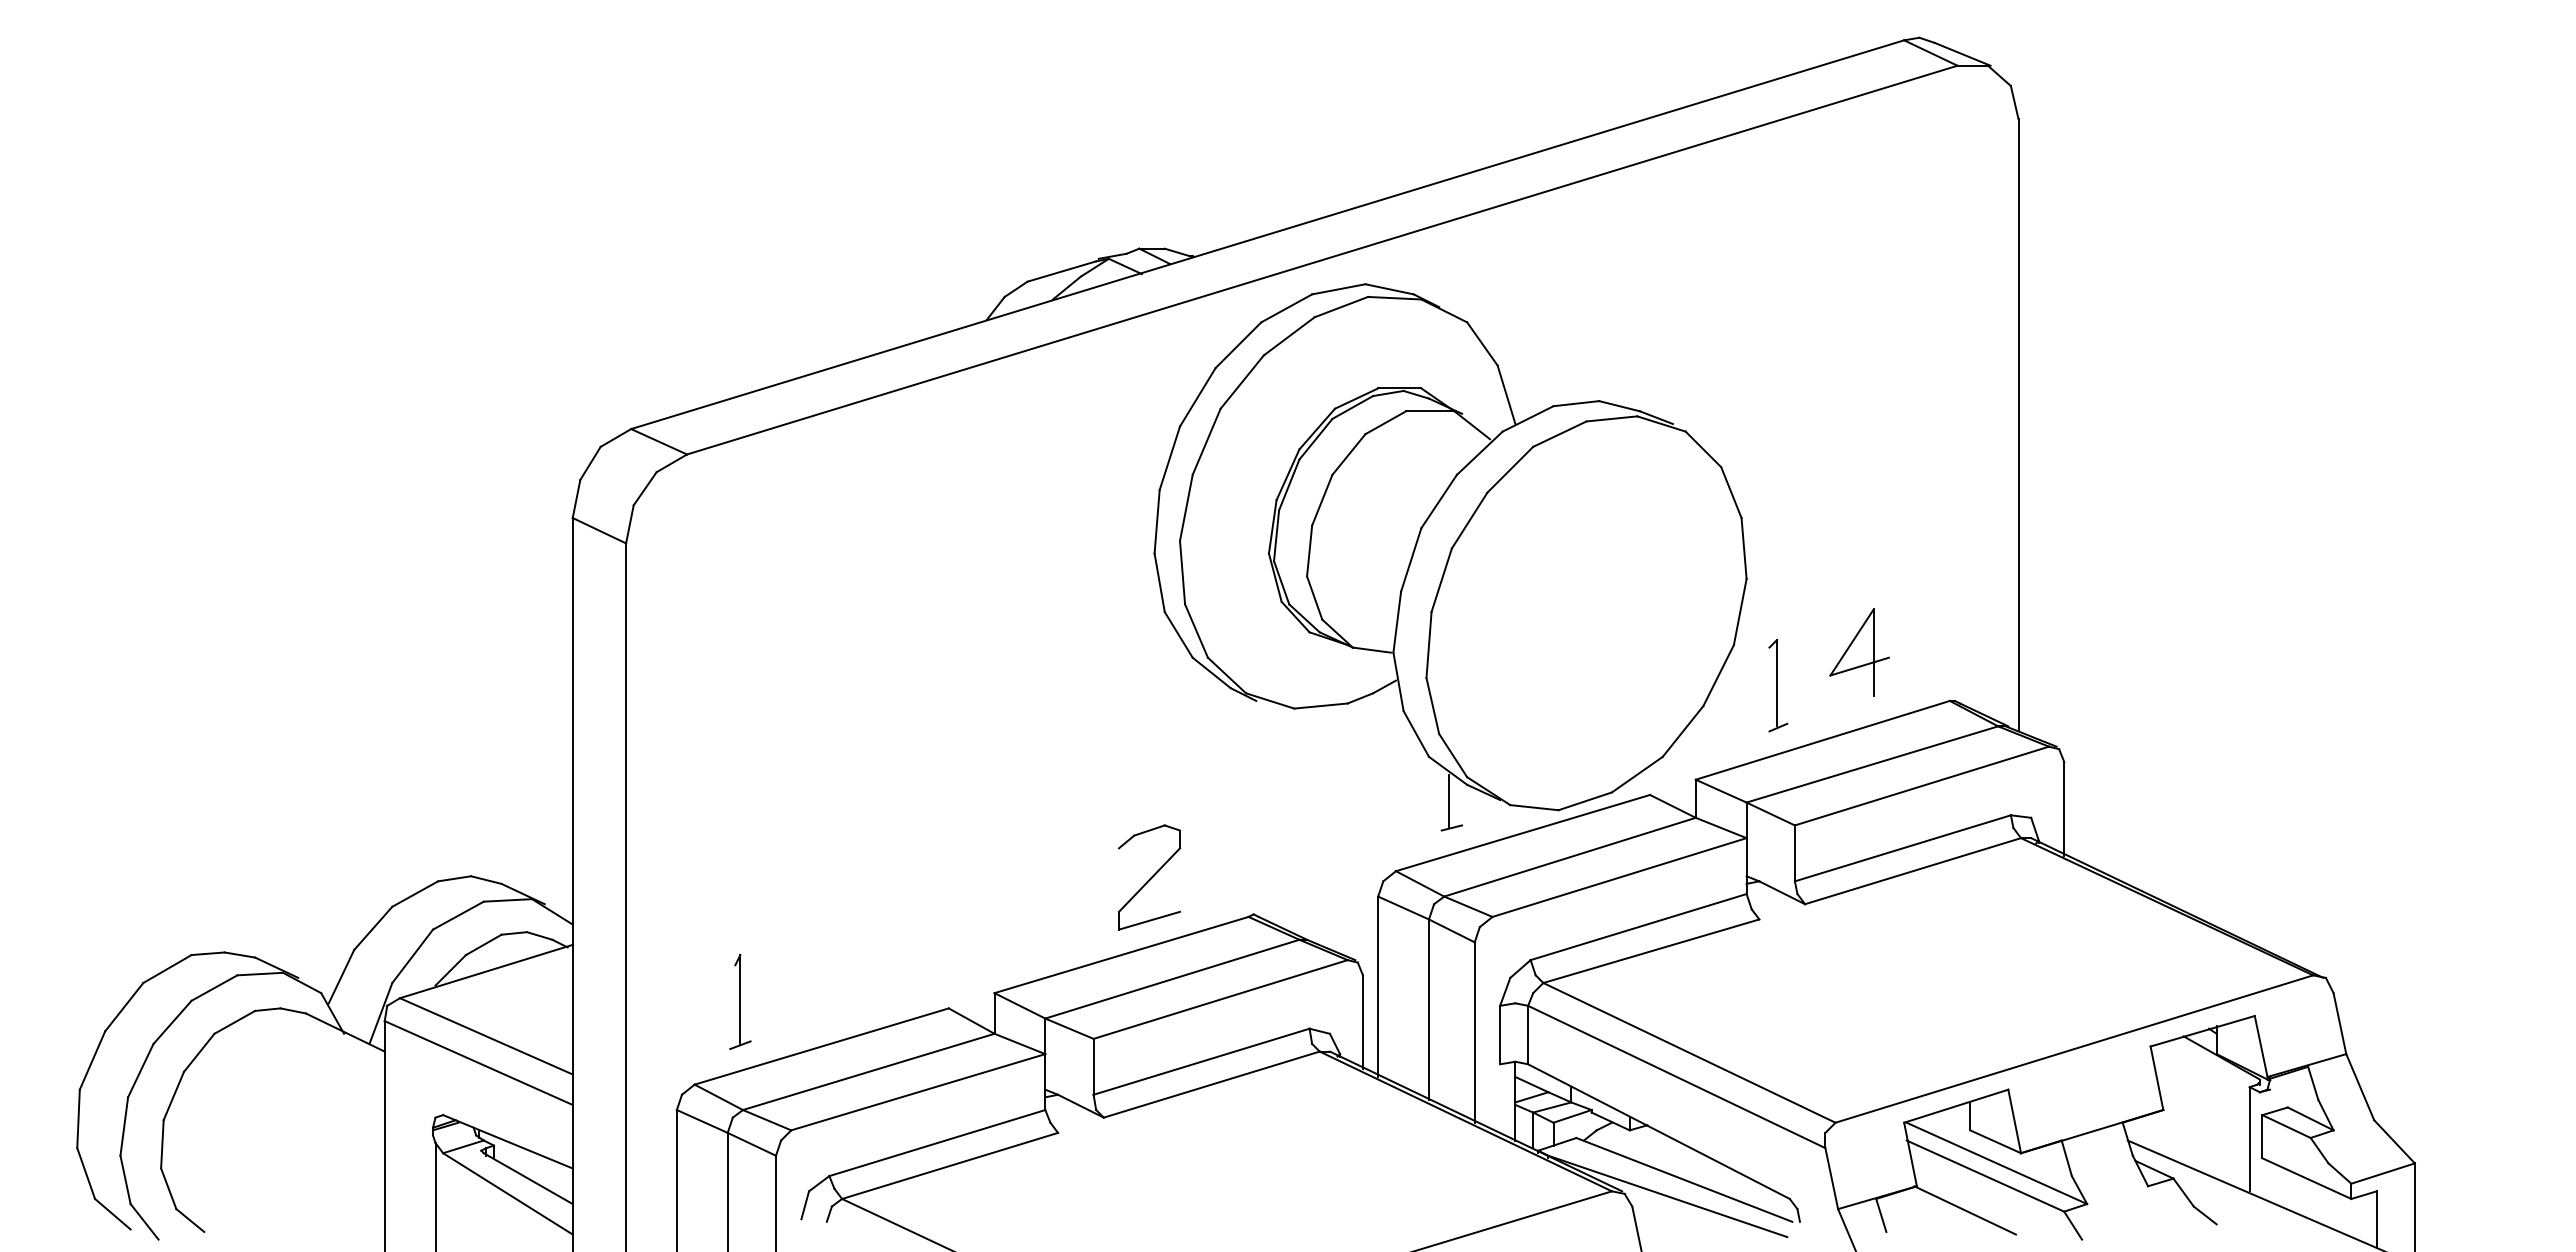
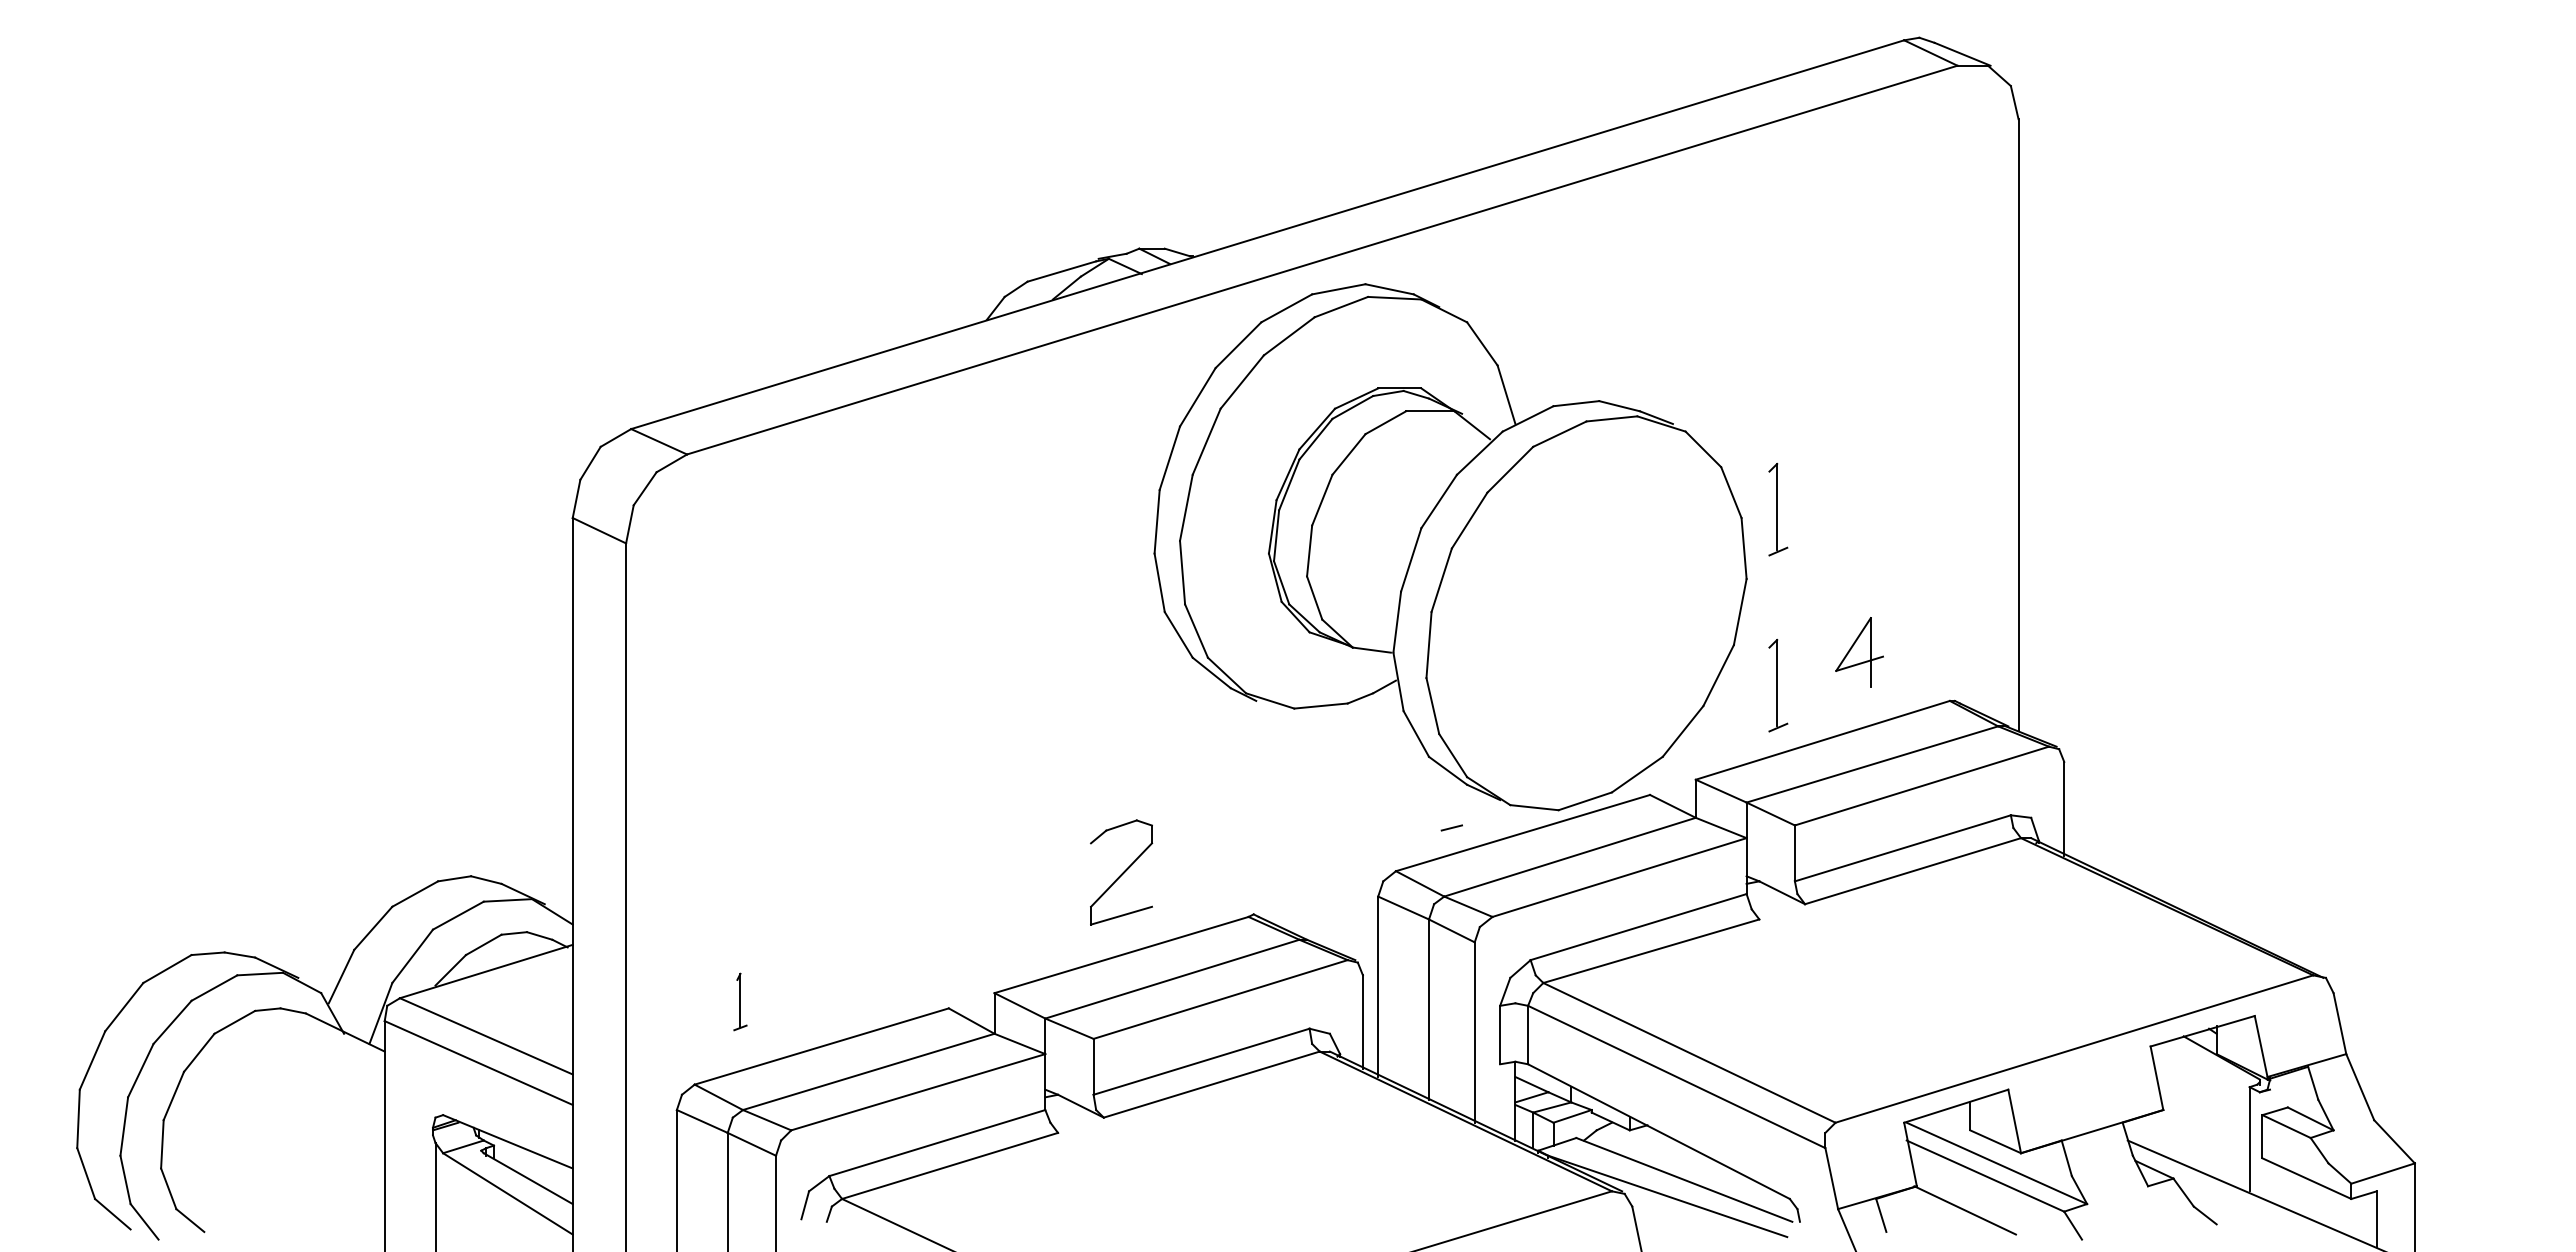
part at (1778, 509): none -> present
part at (1859, 652) size: 61x89 px -> 49x71 px
line at (1449, 801): present -> none
part at (1149, 877) position: (1149, 877) -> (1121, 872)
part at (740, 1001) size: 23x96 px -> 15x60 px
